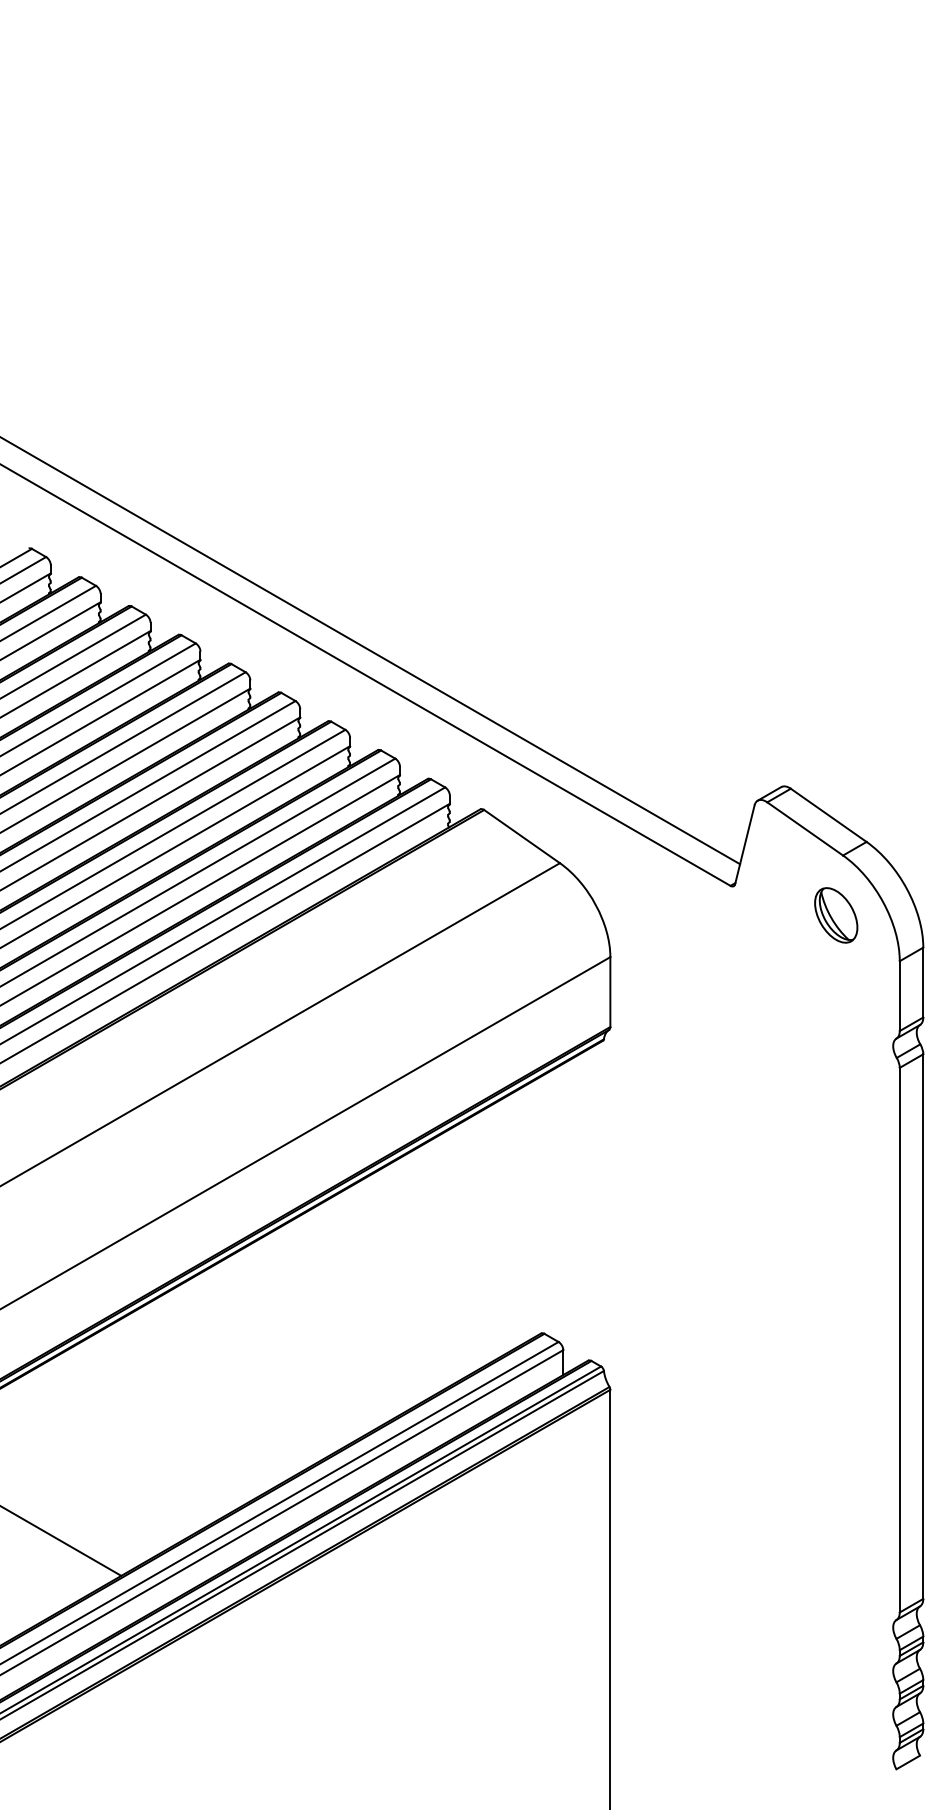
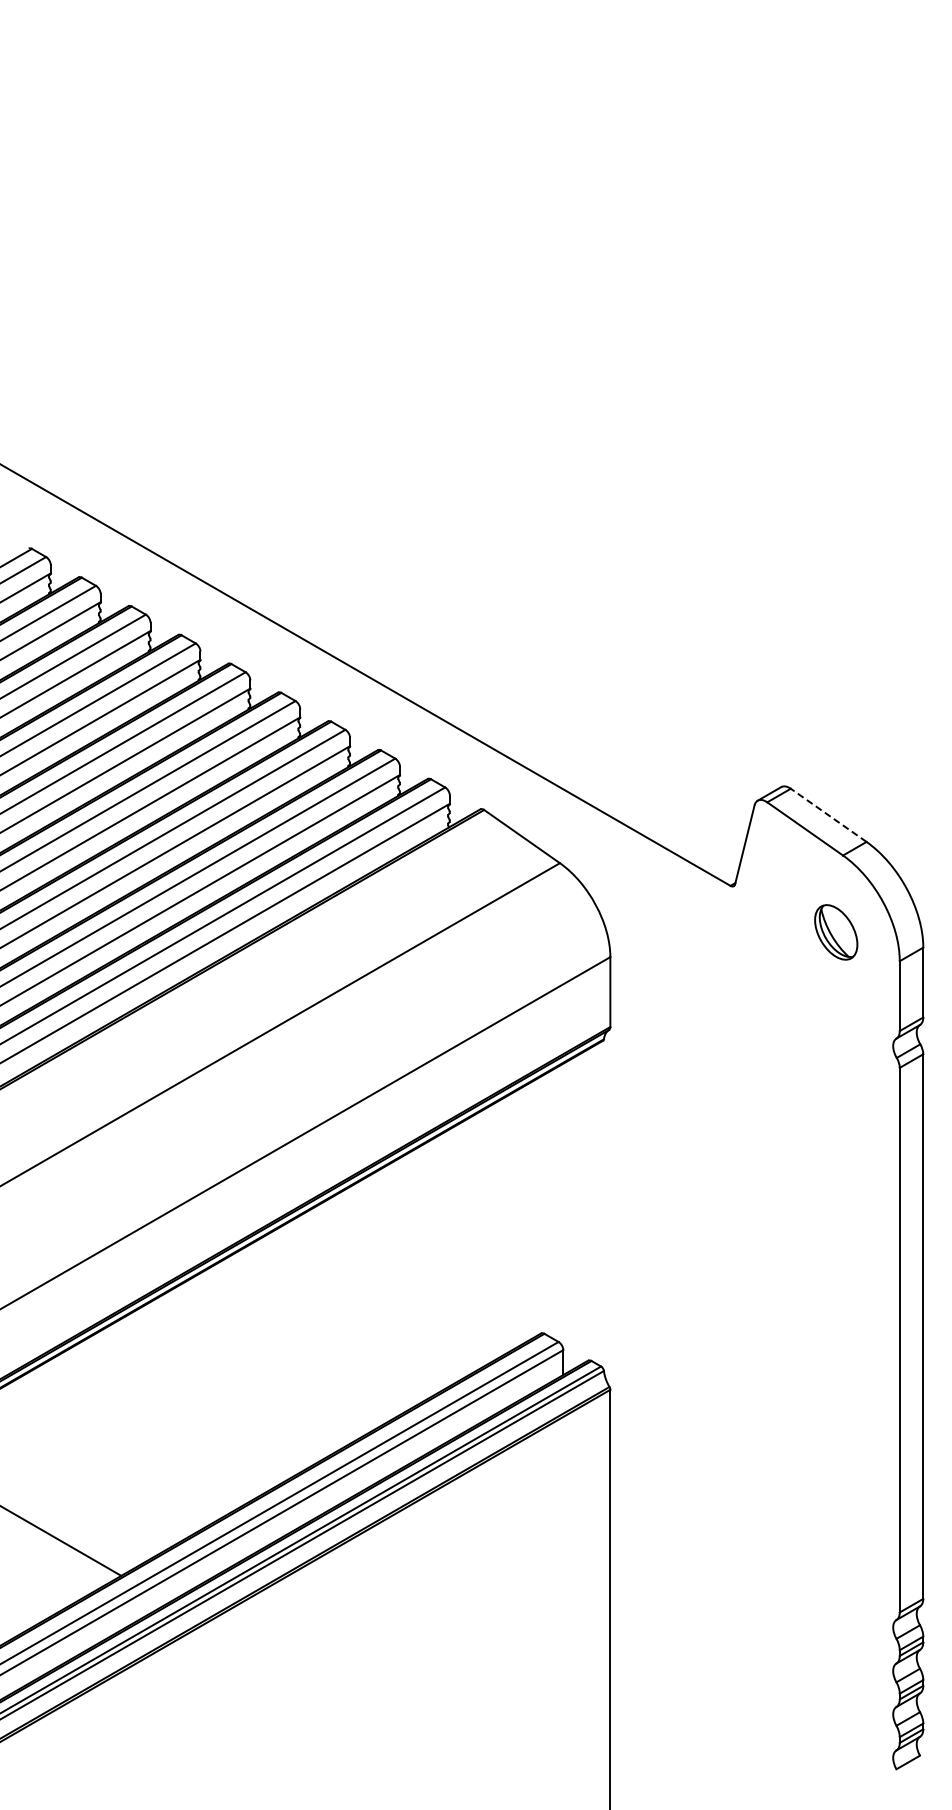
line at (371, 651): present -> none
line at (828, 815): solid -> dashed
part at (836, 915) position: (836, 915) -> (836, 932)
